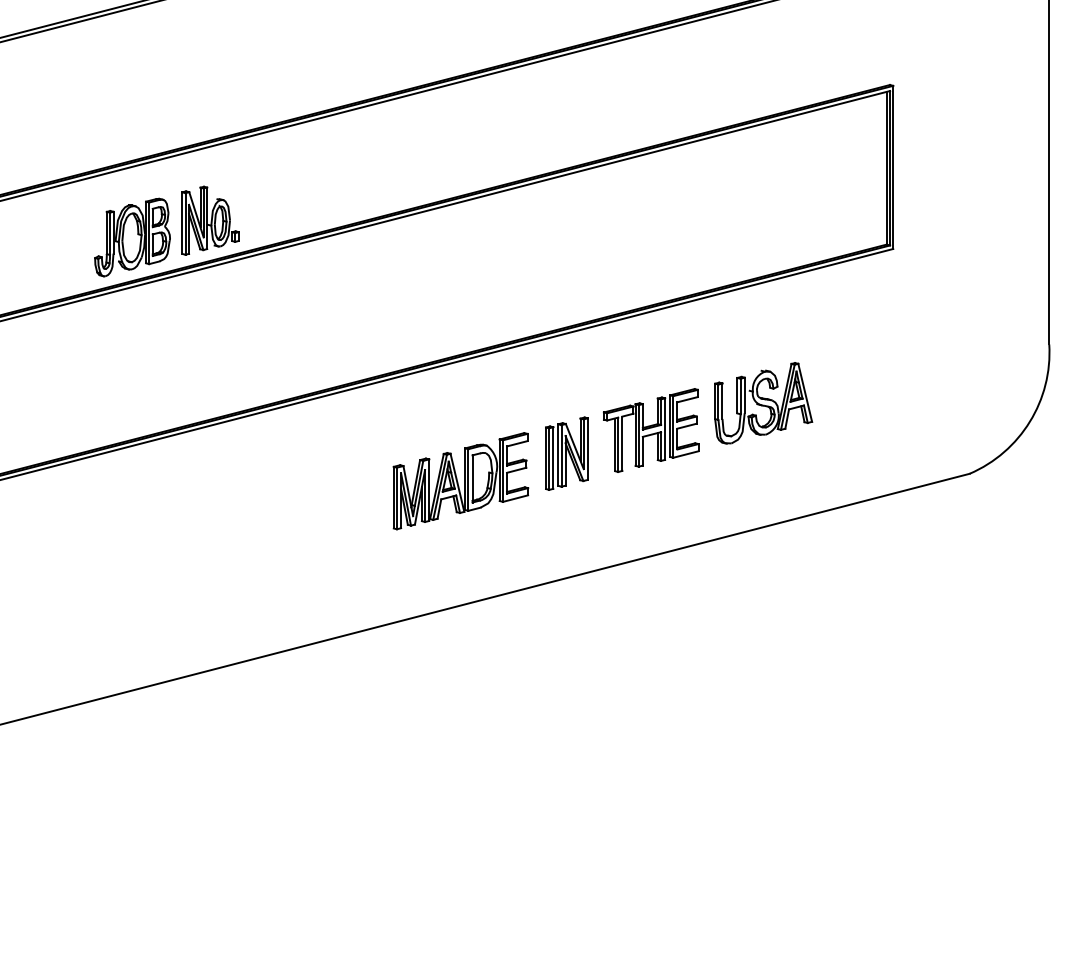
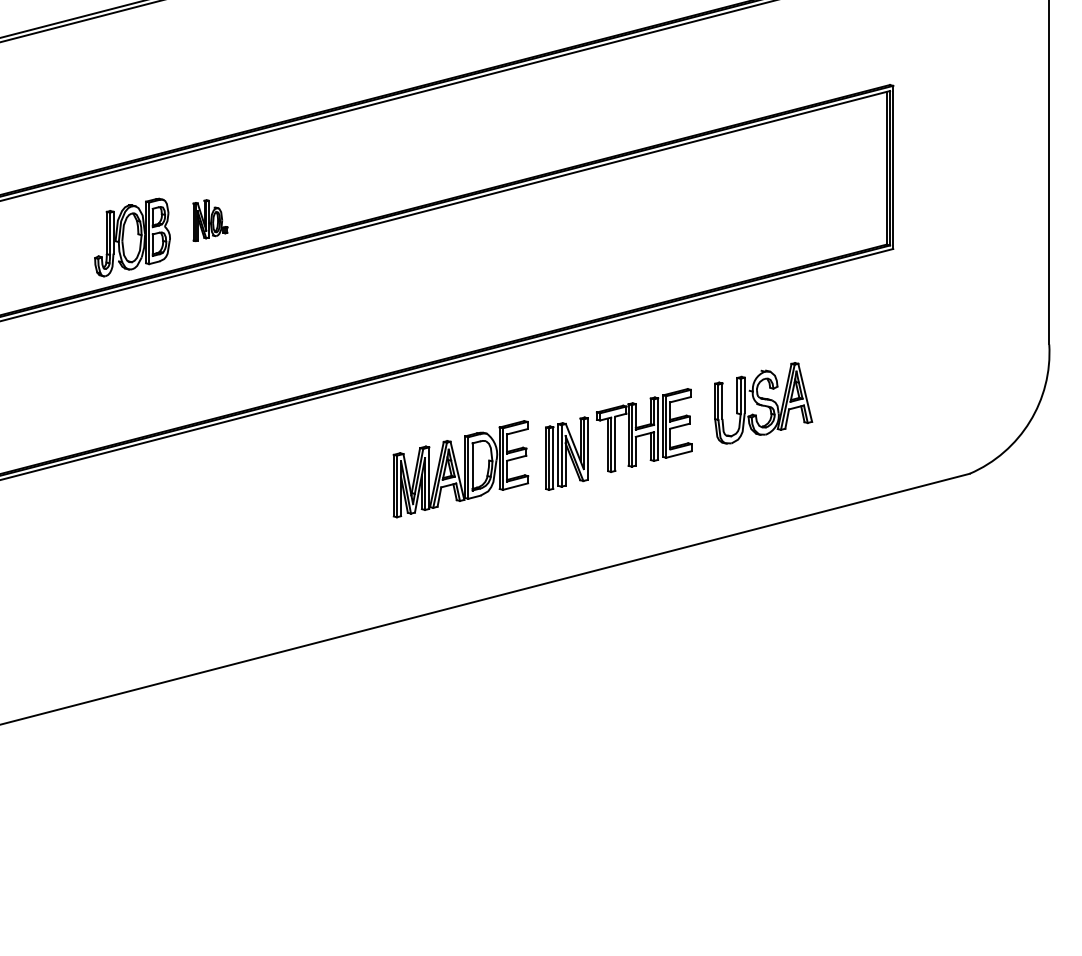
part at (210, 220) size: 59x71 px -> 37x43 px
part at (651, 430) position: (651, 430) -> (644, 430)
part at (460, 481) position: (460, 481) -> (460, 469)
